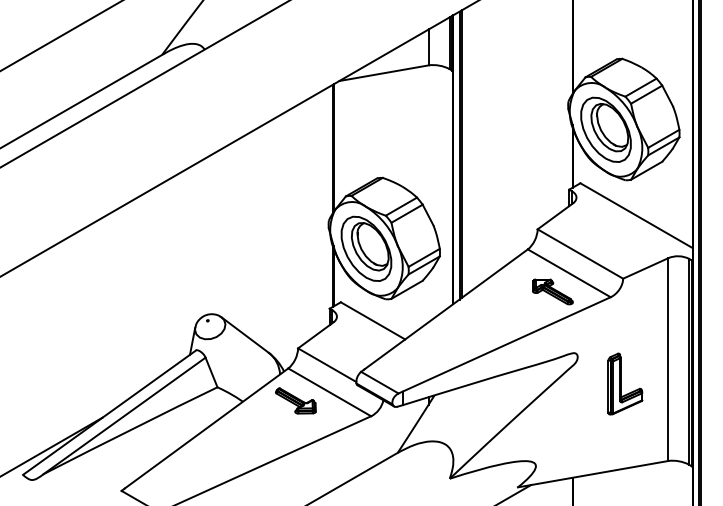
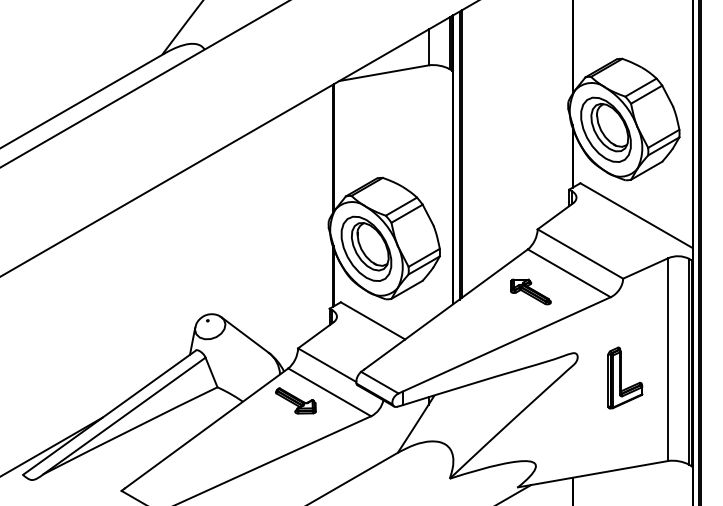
line at (60, 35): present -> none
part at (552, 291) position: (552, 291) -> (530, 291)
part at (625, 383) position: (625, 383) -> (625, 377)
